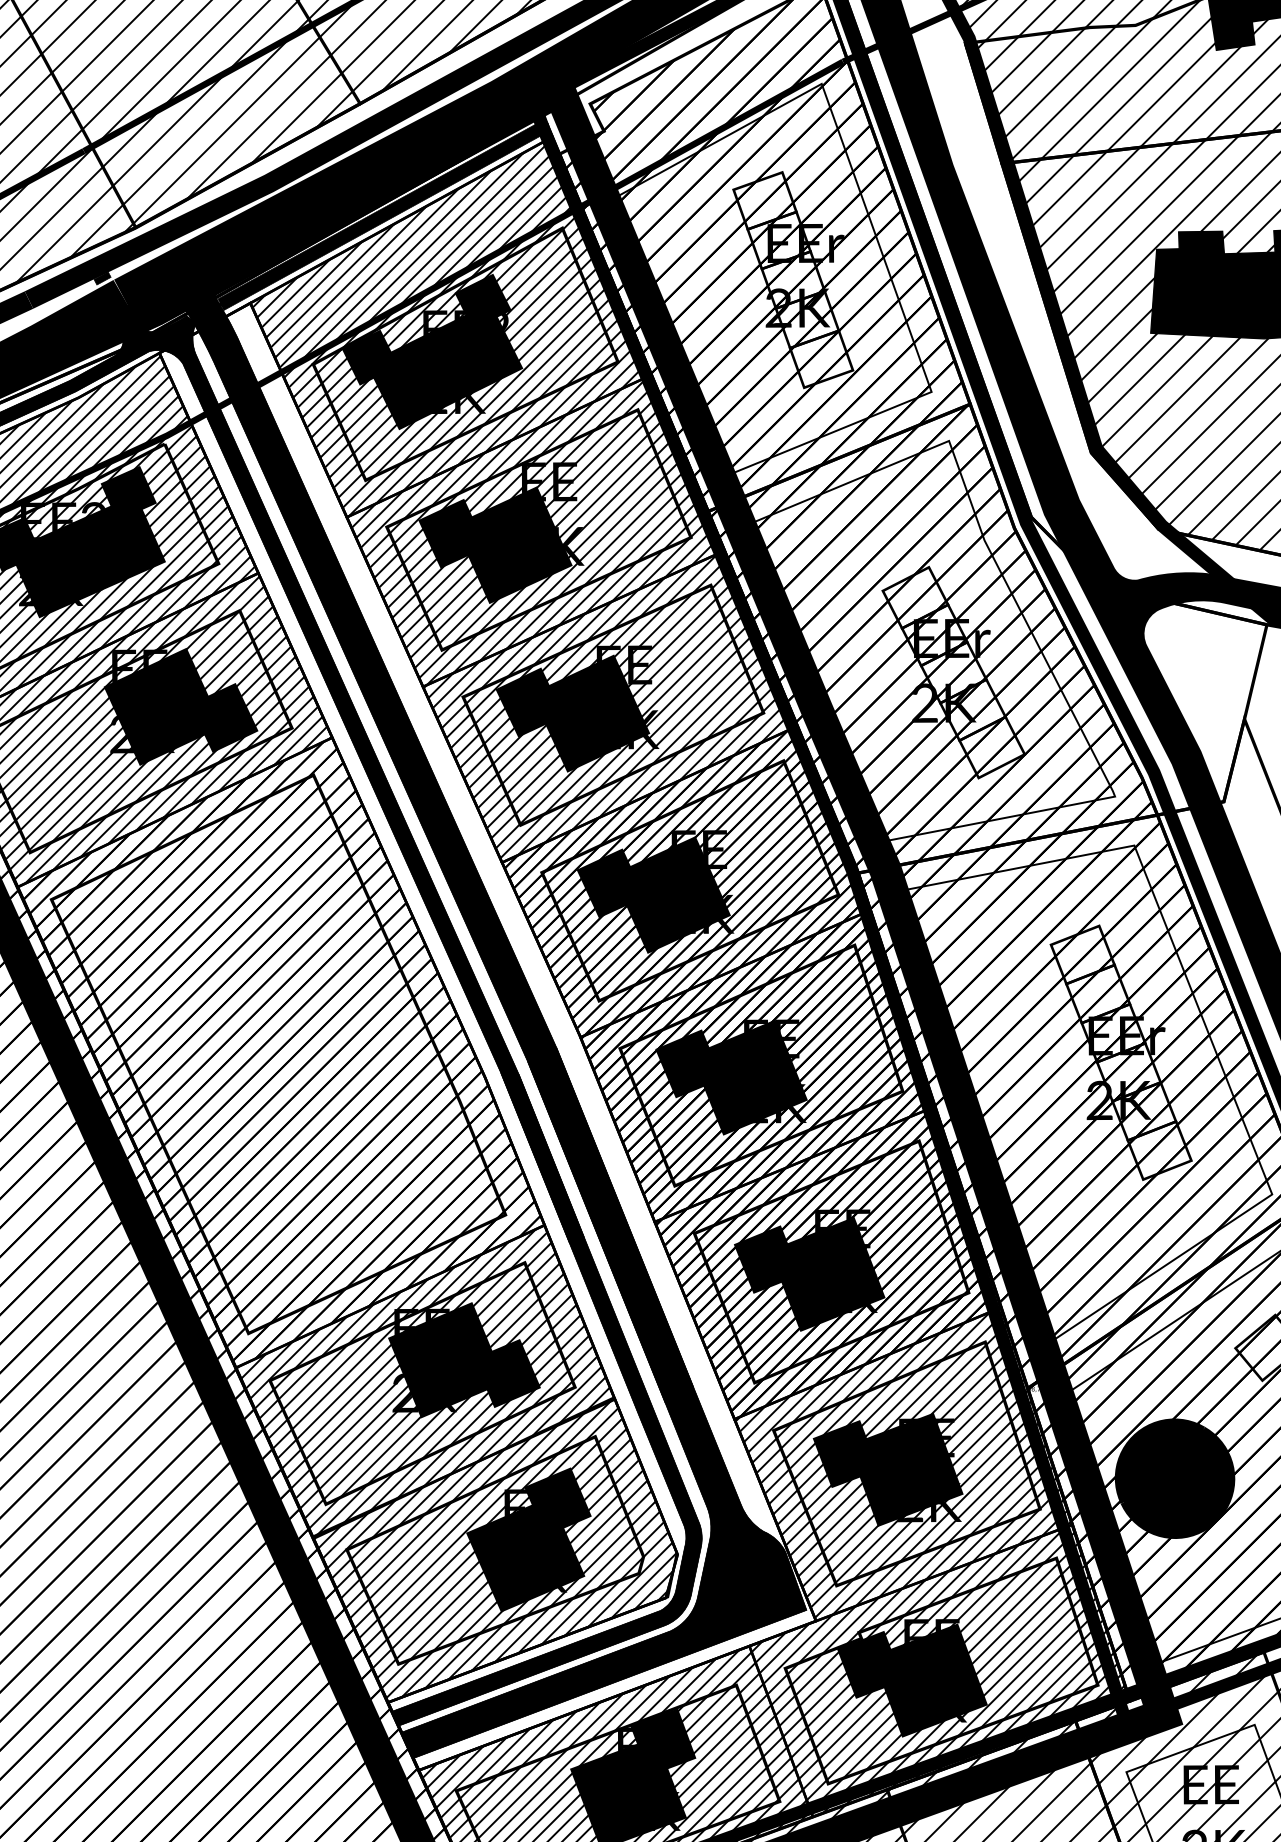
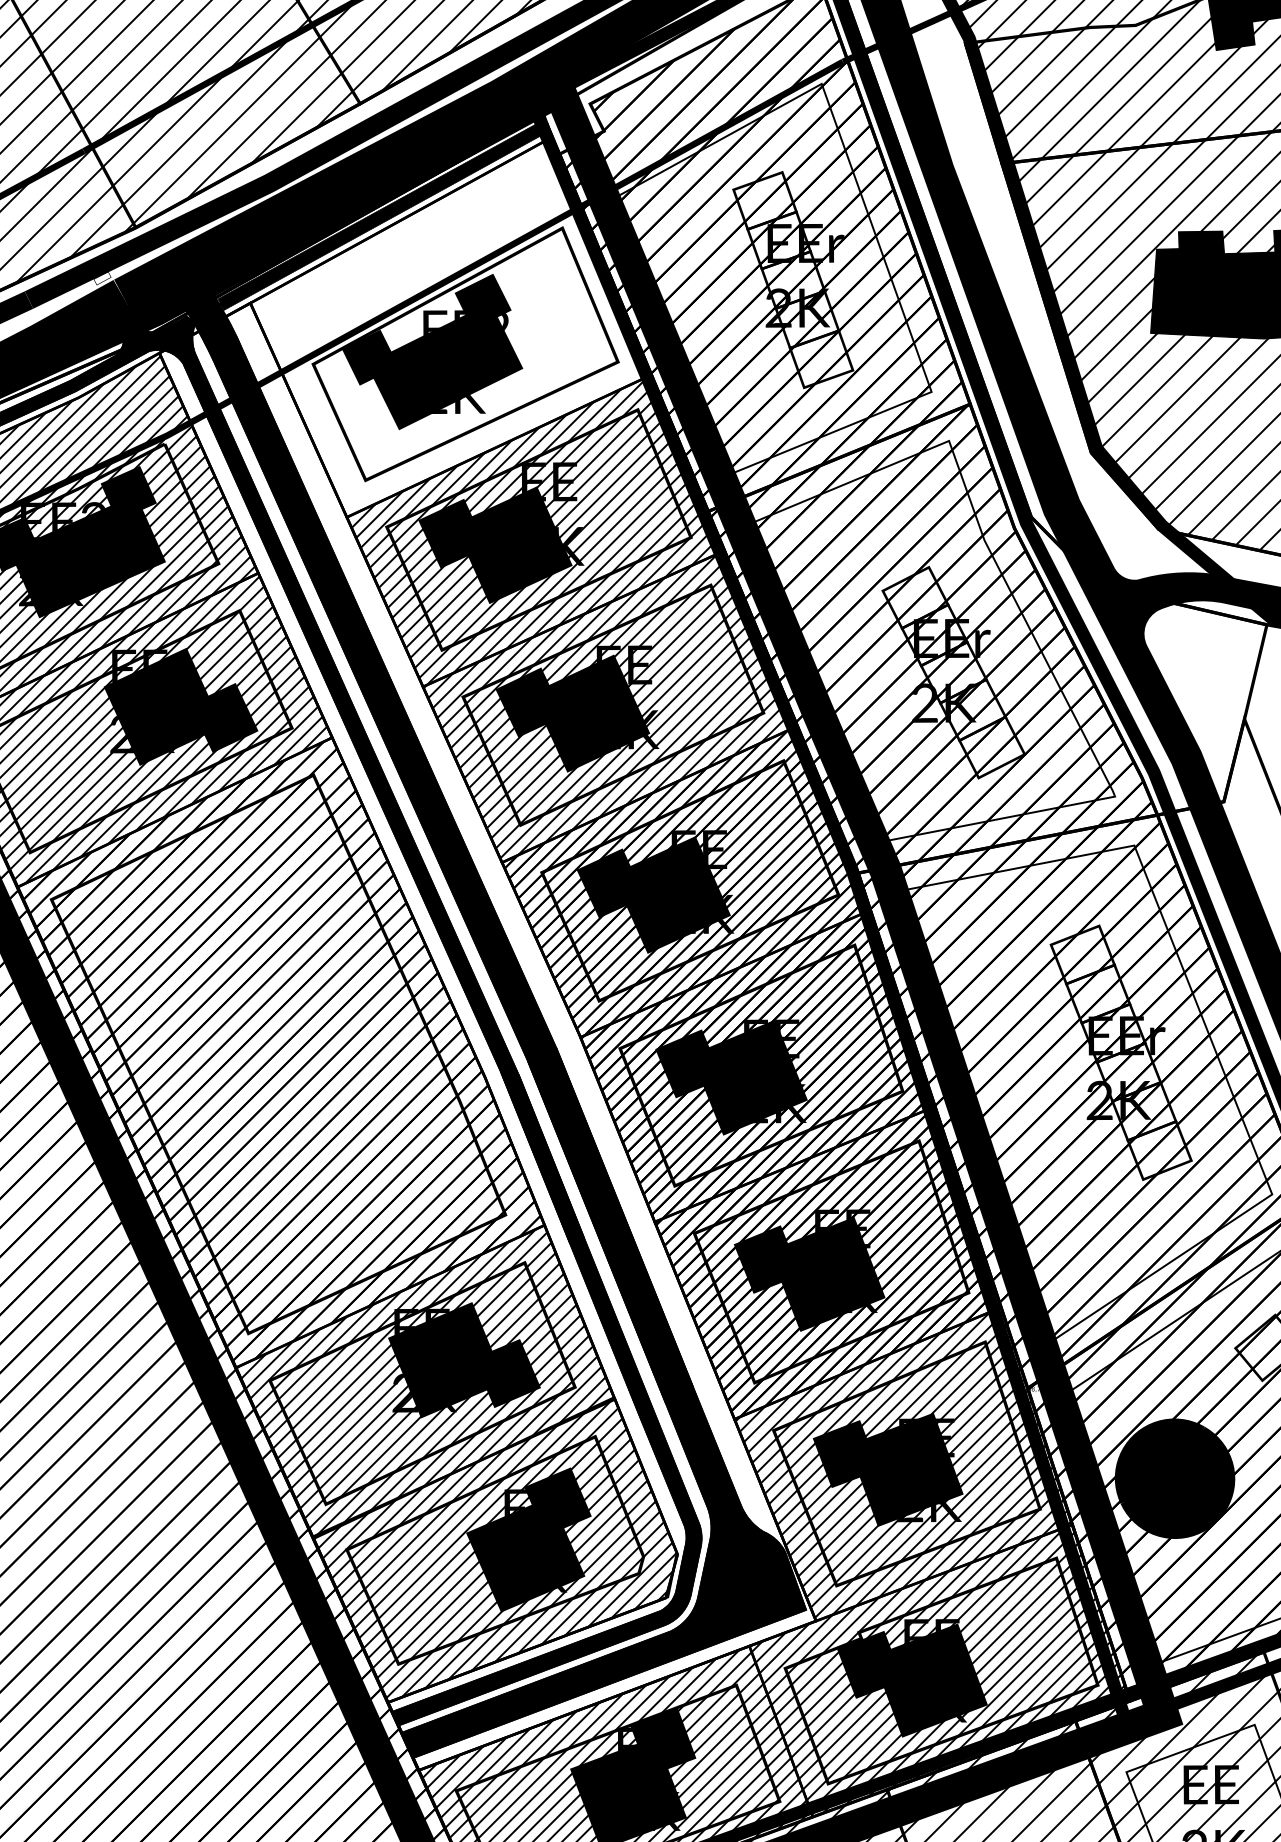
fill at (102, 278): present -> none
hatch at (451, 327): present -> none
